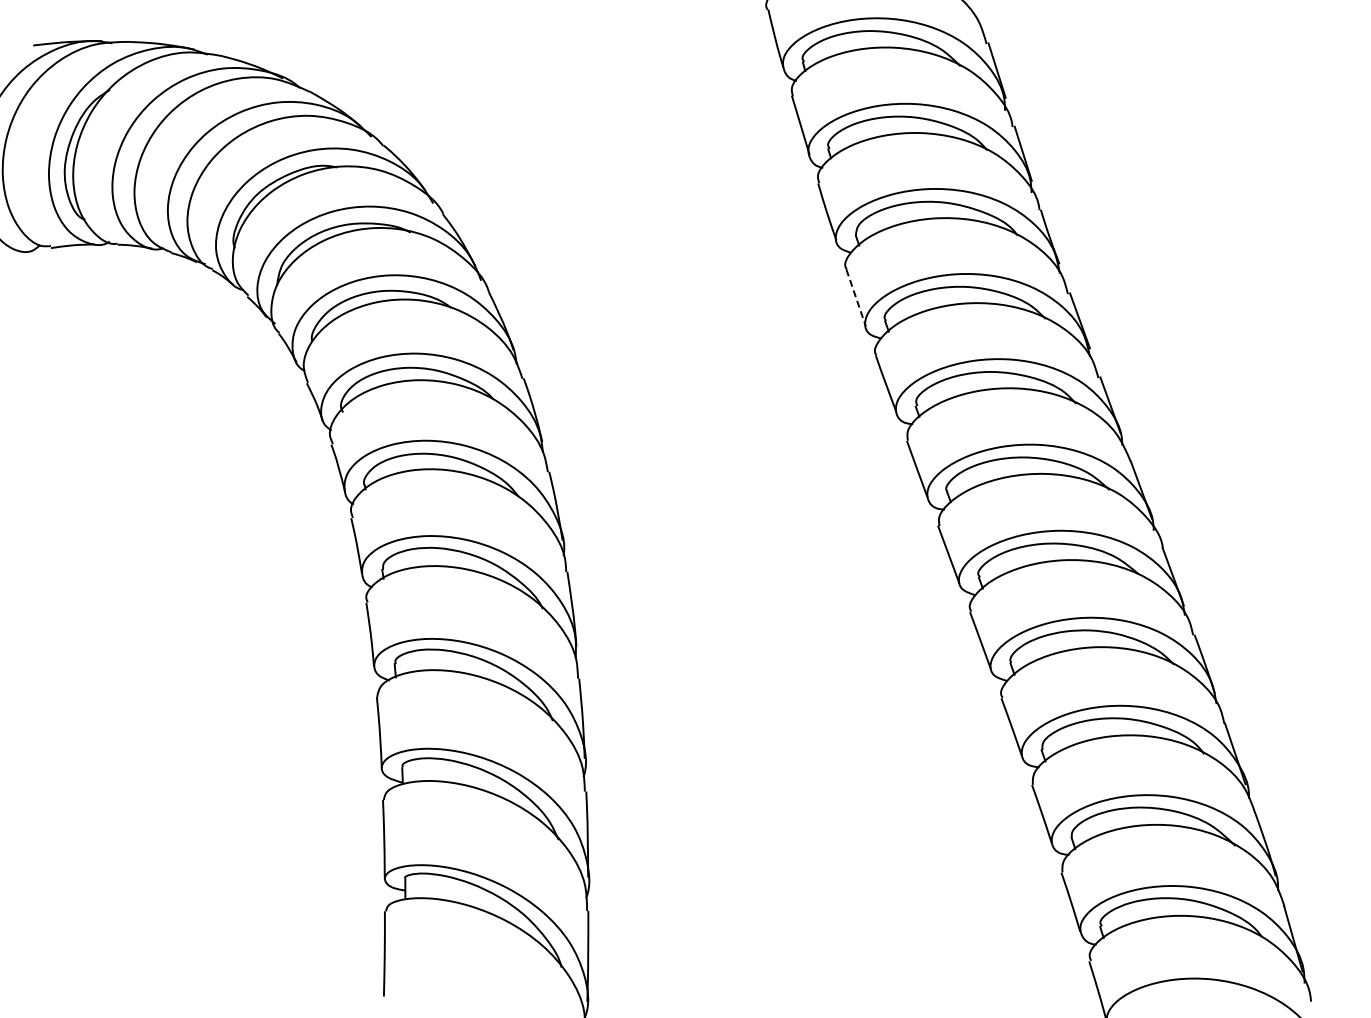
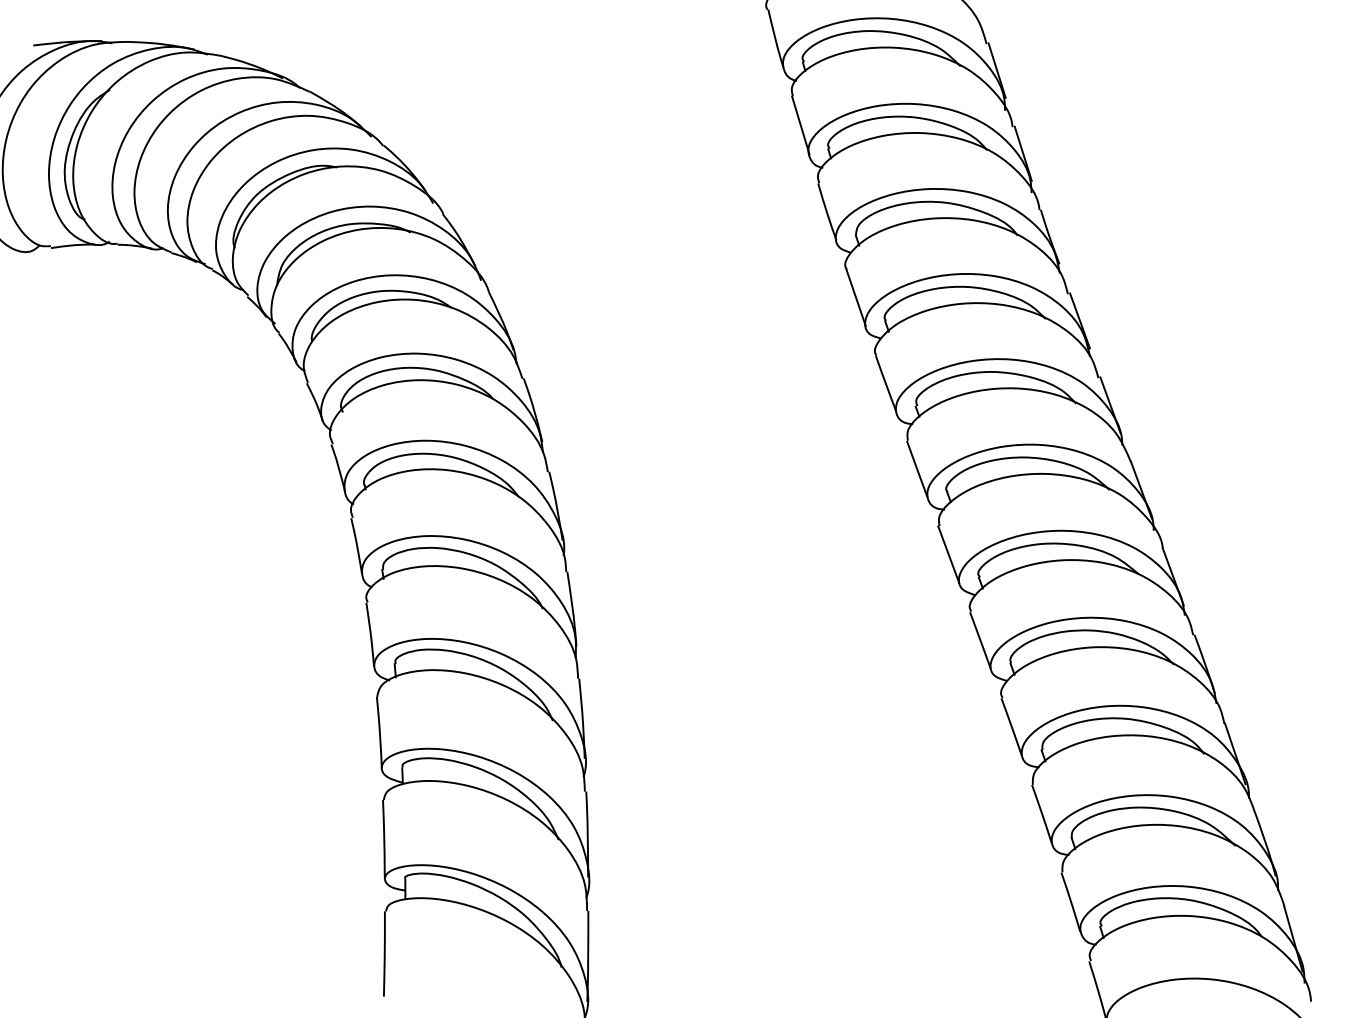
line at (856, 297): dashed -> solid
